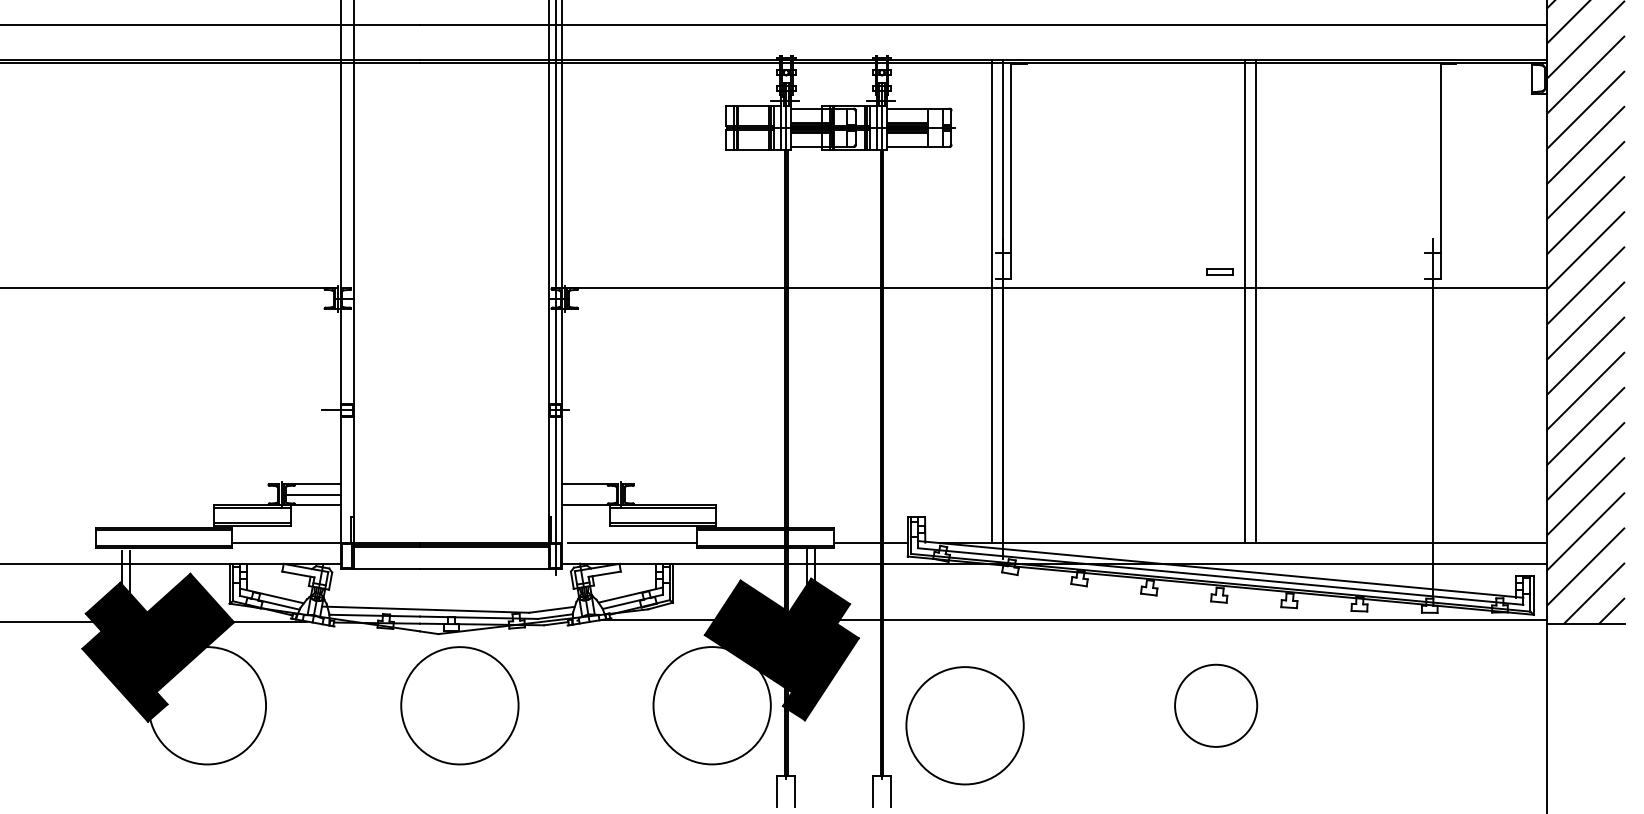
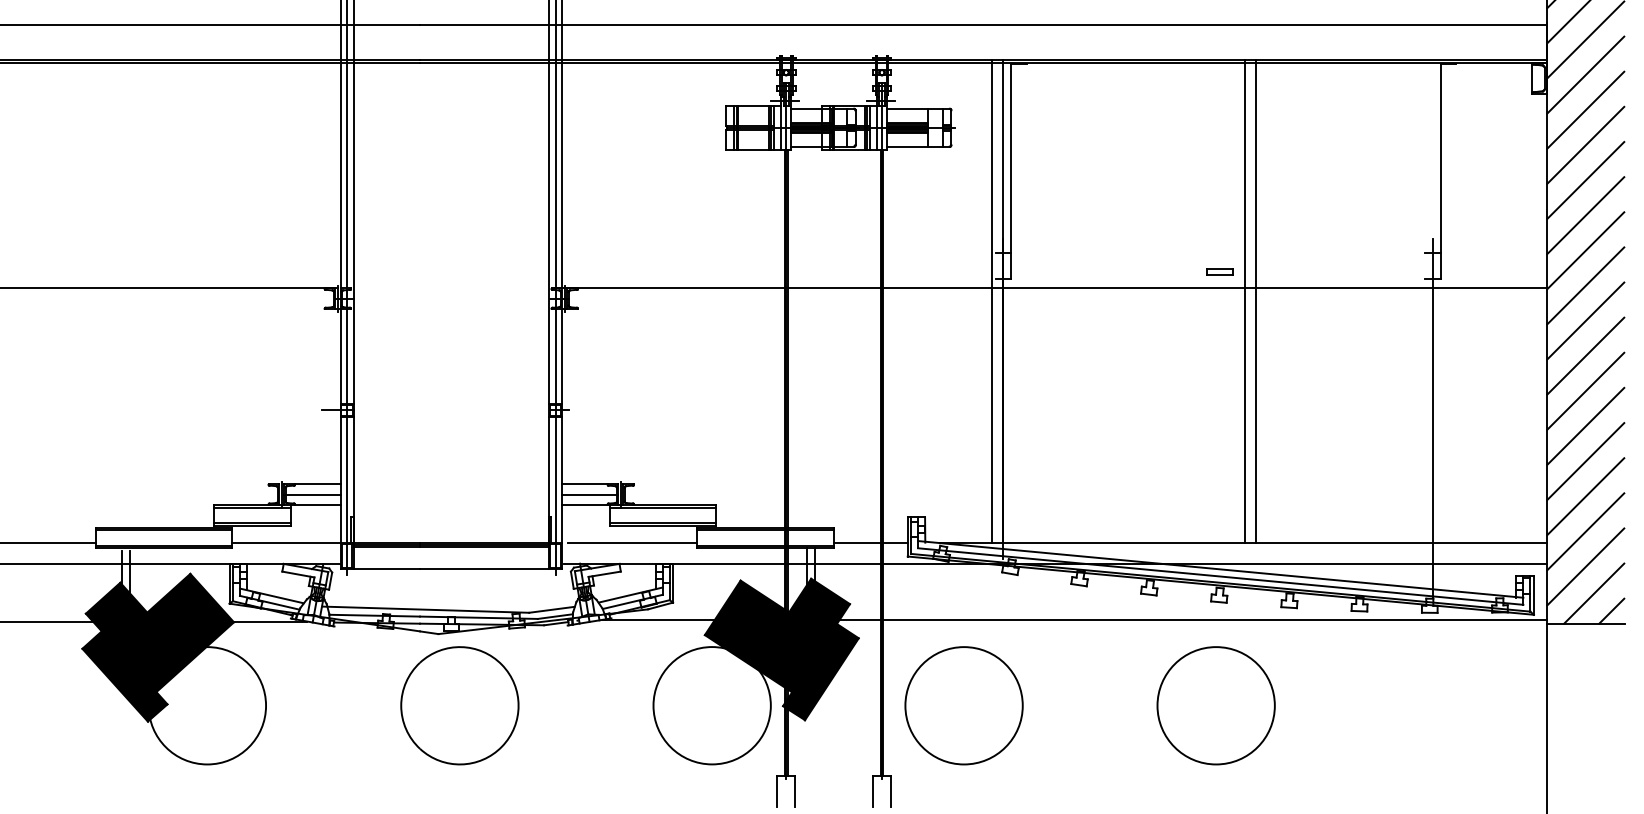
line at (347, 288): none -> present
line at (590, 494): none -> present
line at (49, 543): none -> present
circle at (1216, 705) size: 85x85 px -> 120x120 px
circle at (964, 725) position: (964, 725) -> (963, 705)
